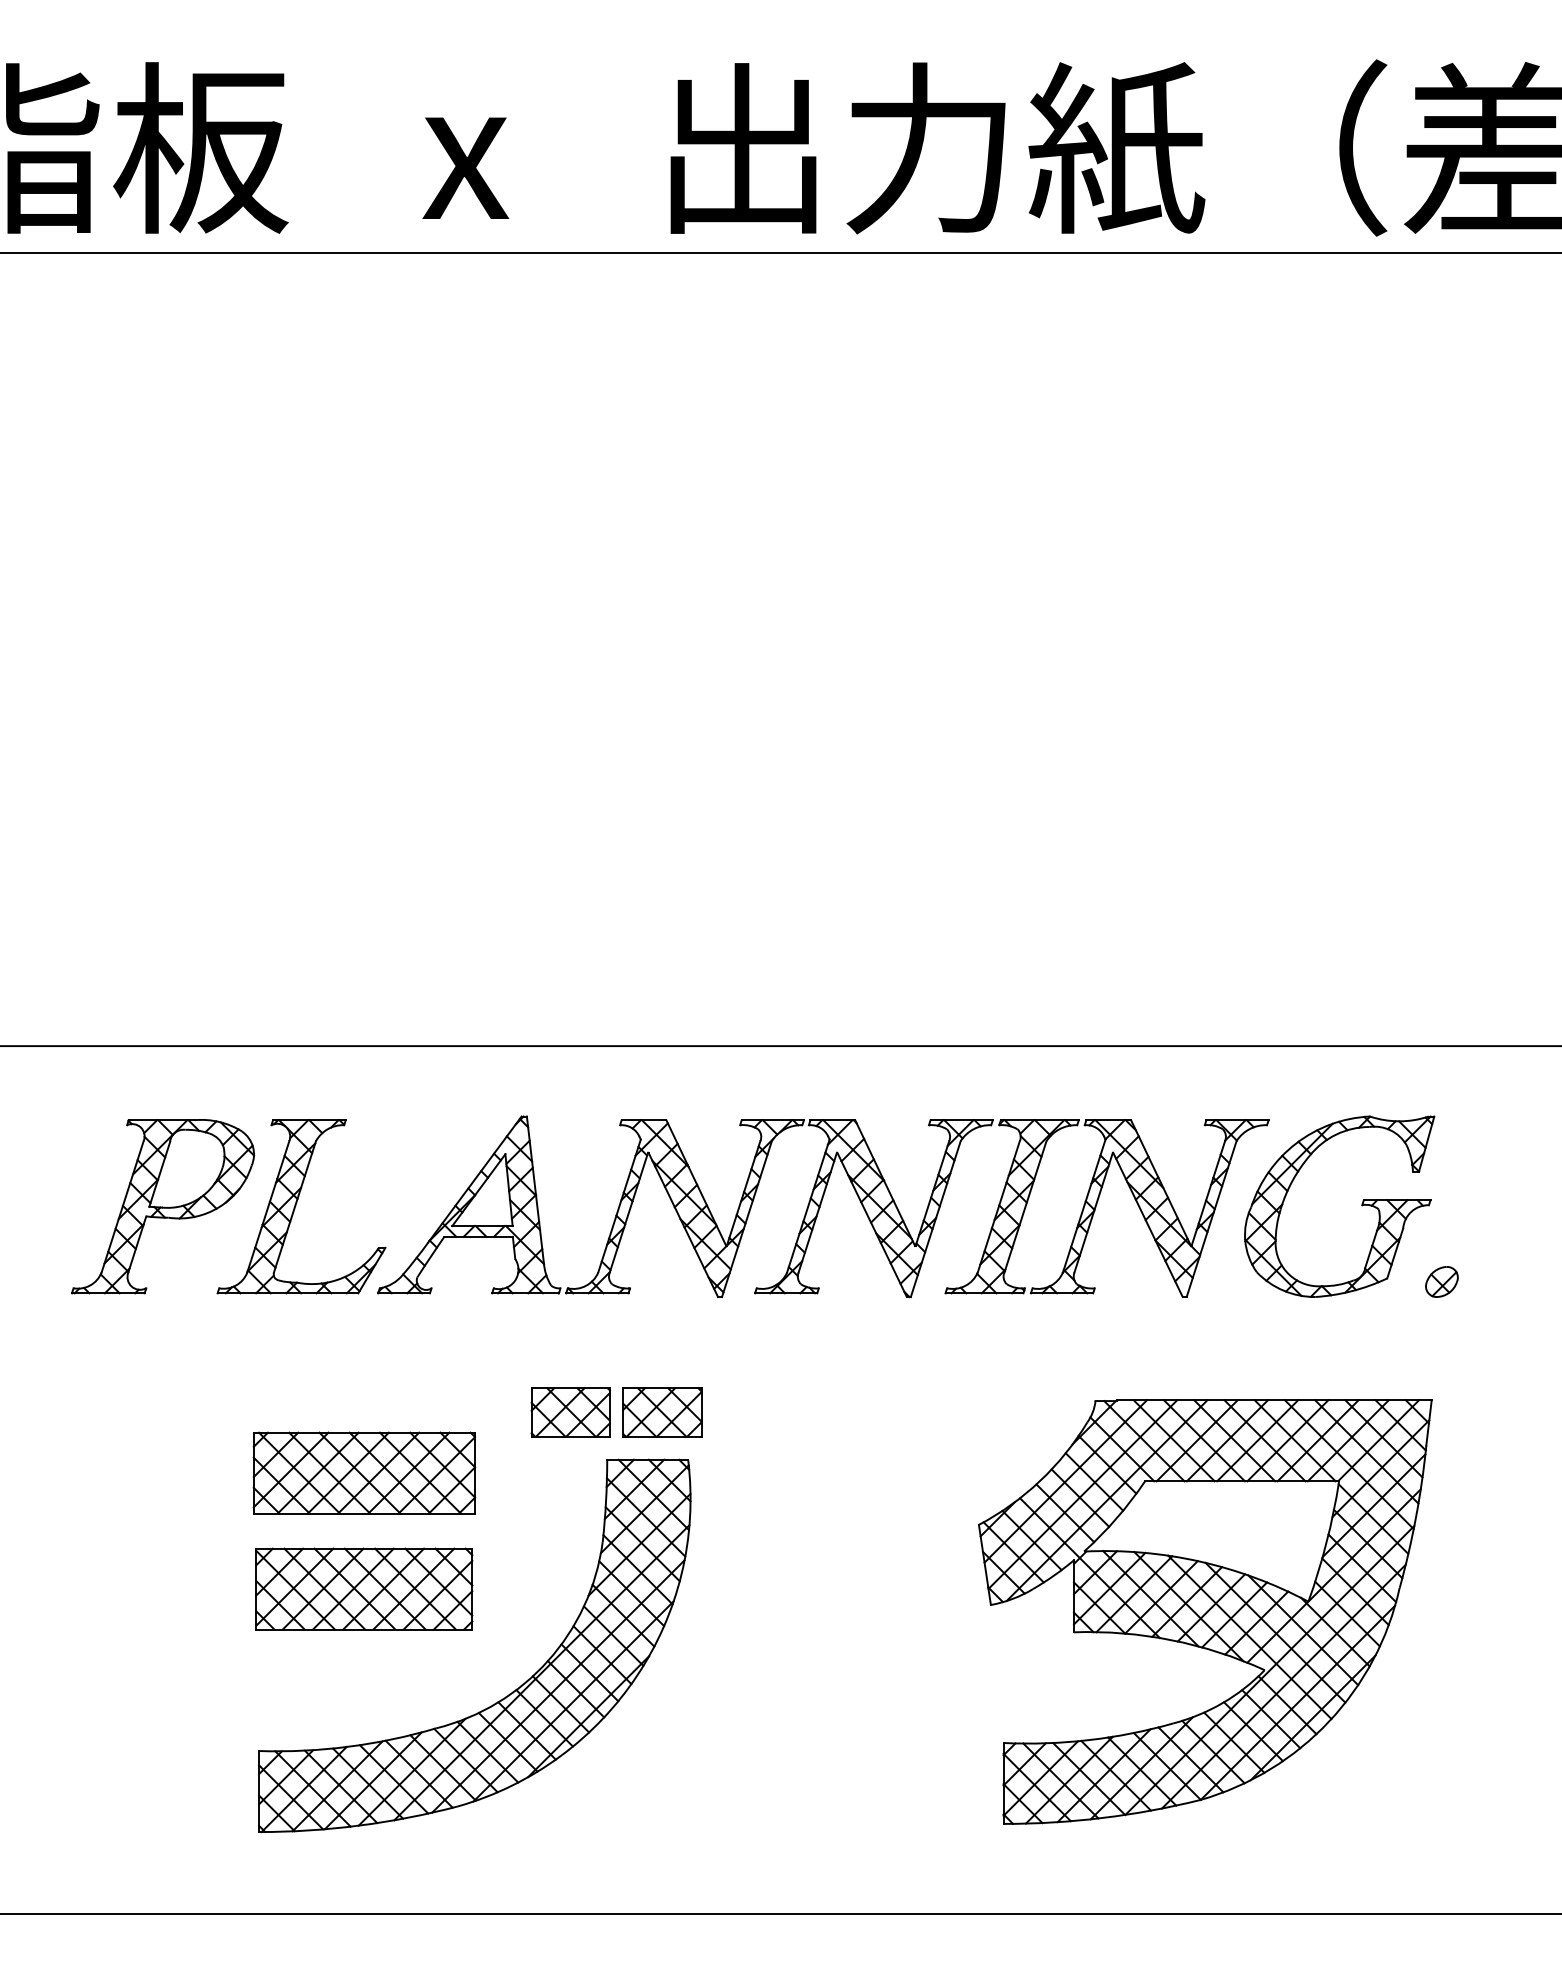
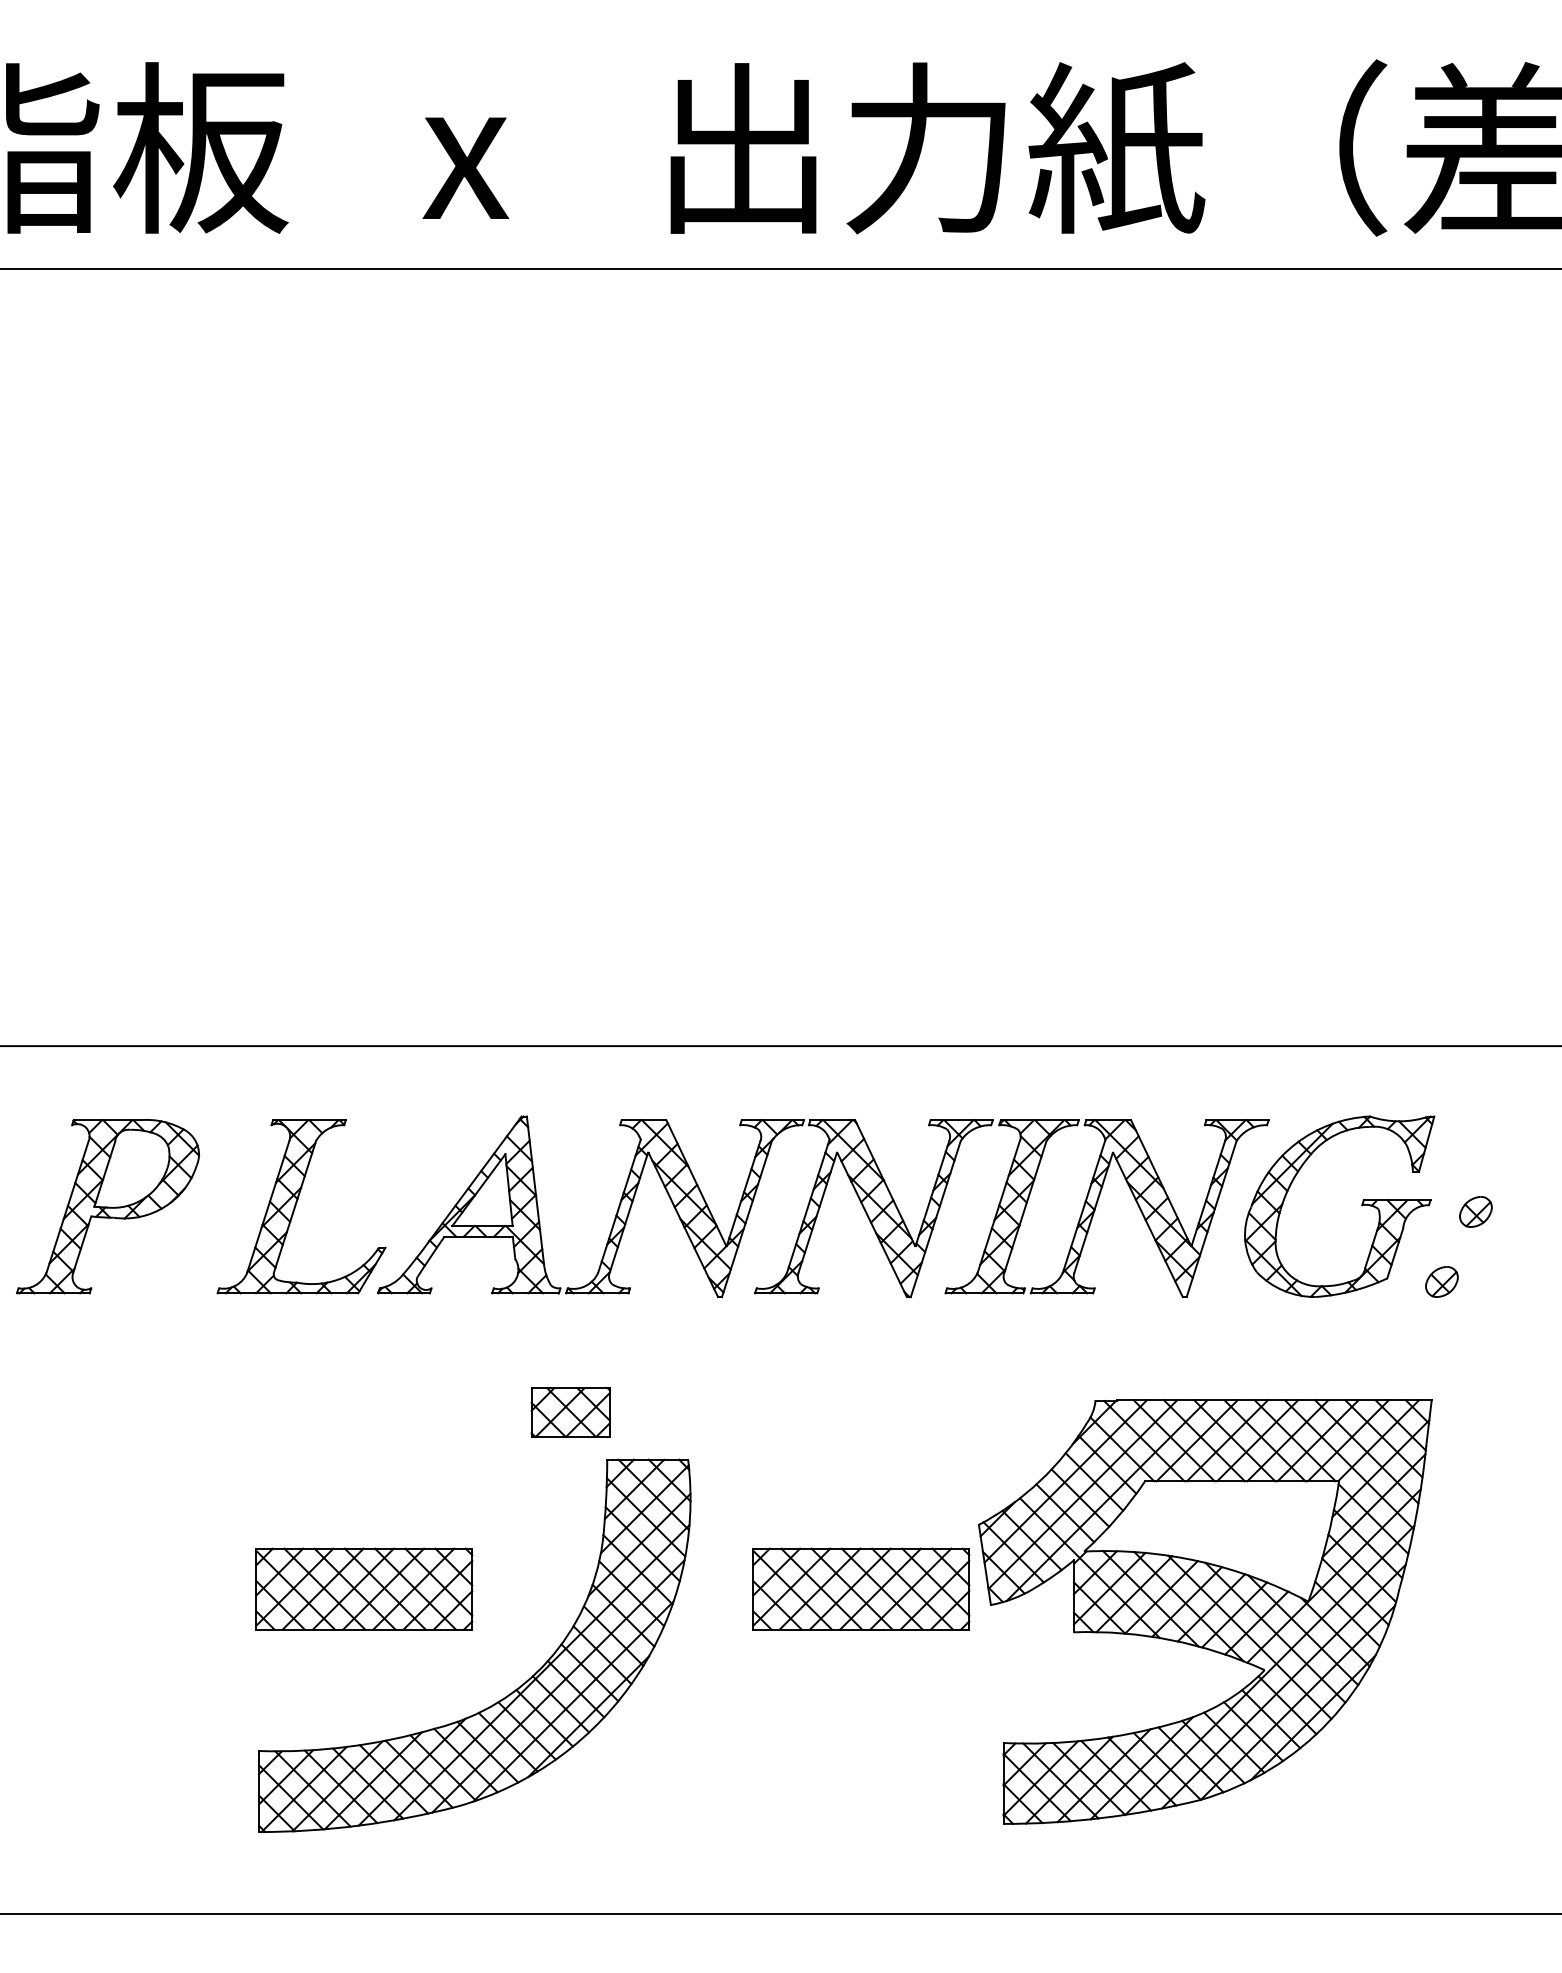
line at (780, 253) position: (780, 253) -> (780, 269)
part at (163, 1206) position: (163, 1206) -> (108, 1206)
part at (1475, 1211): none -> present
part at (662, 1412): present -> none
part at (364, 1472): present -> none
part at (861, 1588): none -> present
